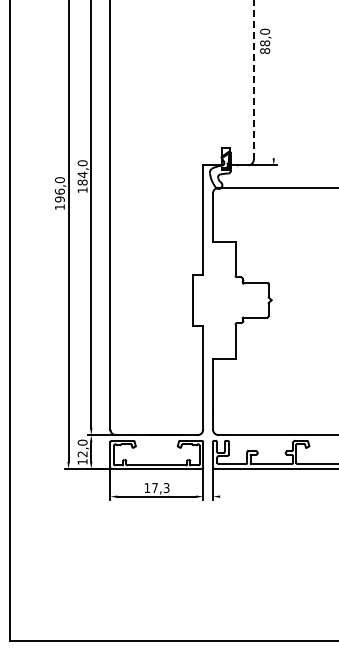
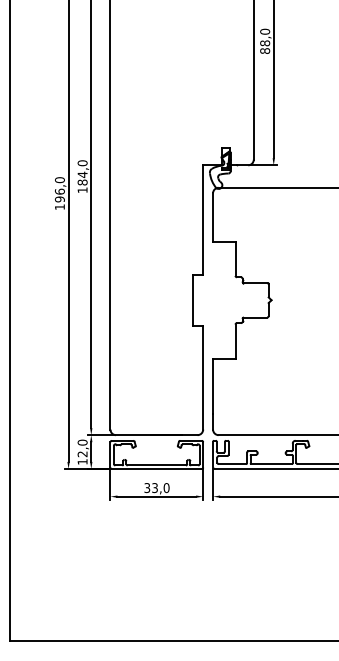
line at (253, 79): dashed -> solid
line at (273, 80): none -> present
text at (156, 488): 17,3 -> 33,0
line at (277, 496): none -> present
